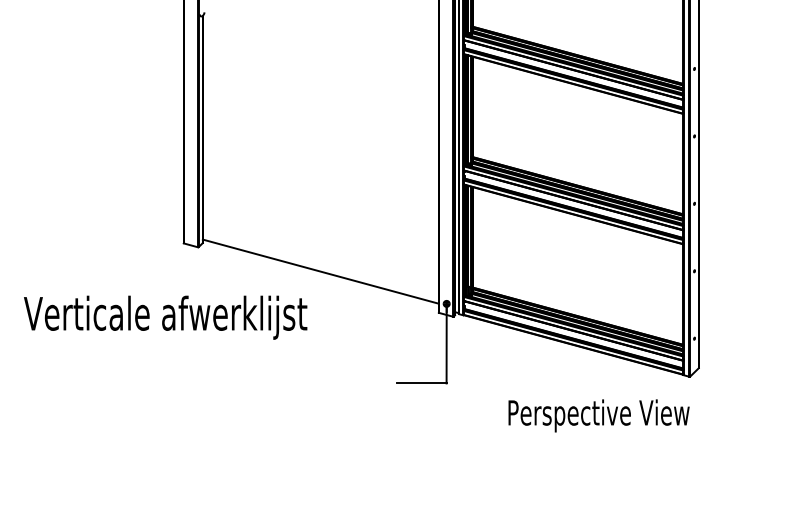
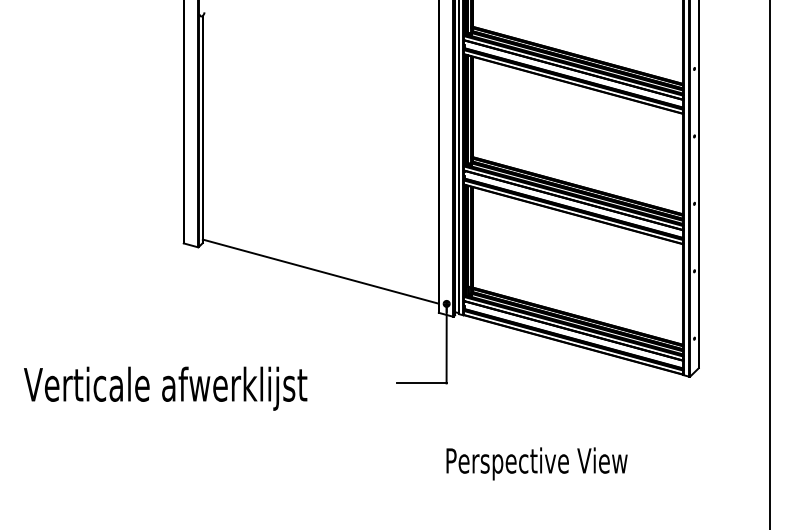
line at (770, 264): none -> present
text at (165, 317) position: (165, 317) -> (165, 388)
text at (598, 415) position: (598, 415) -> (536, 463)
